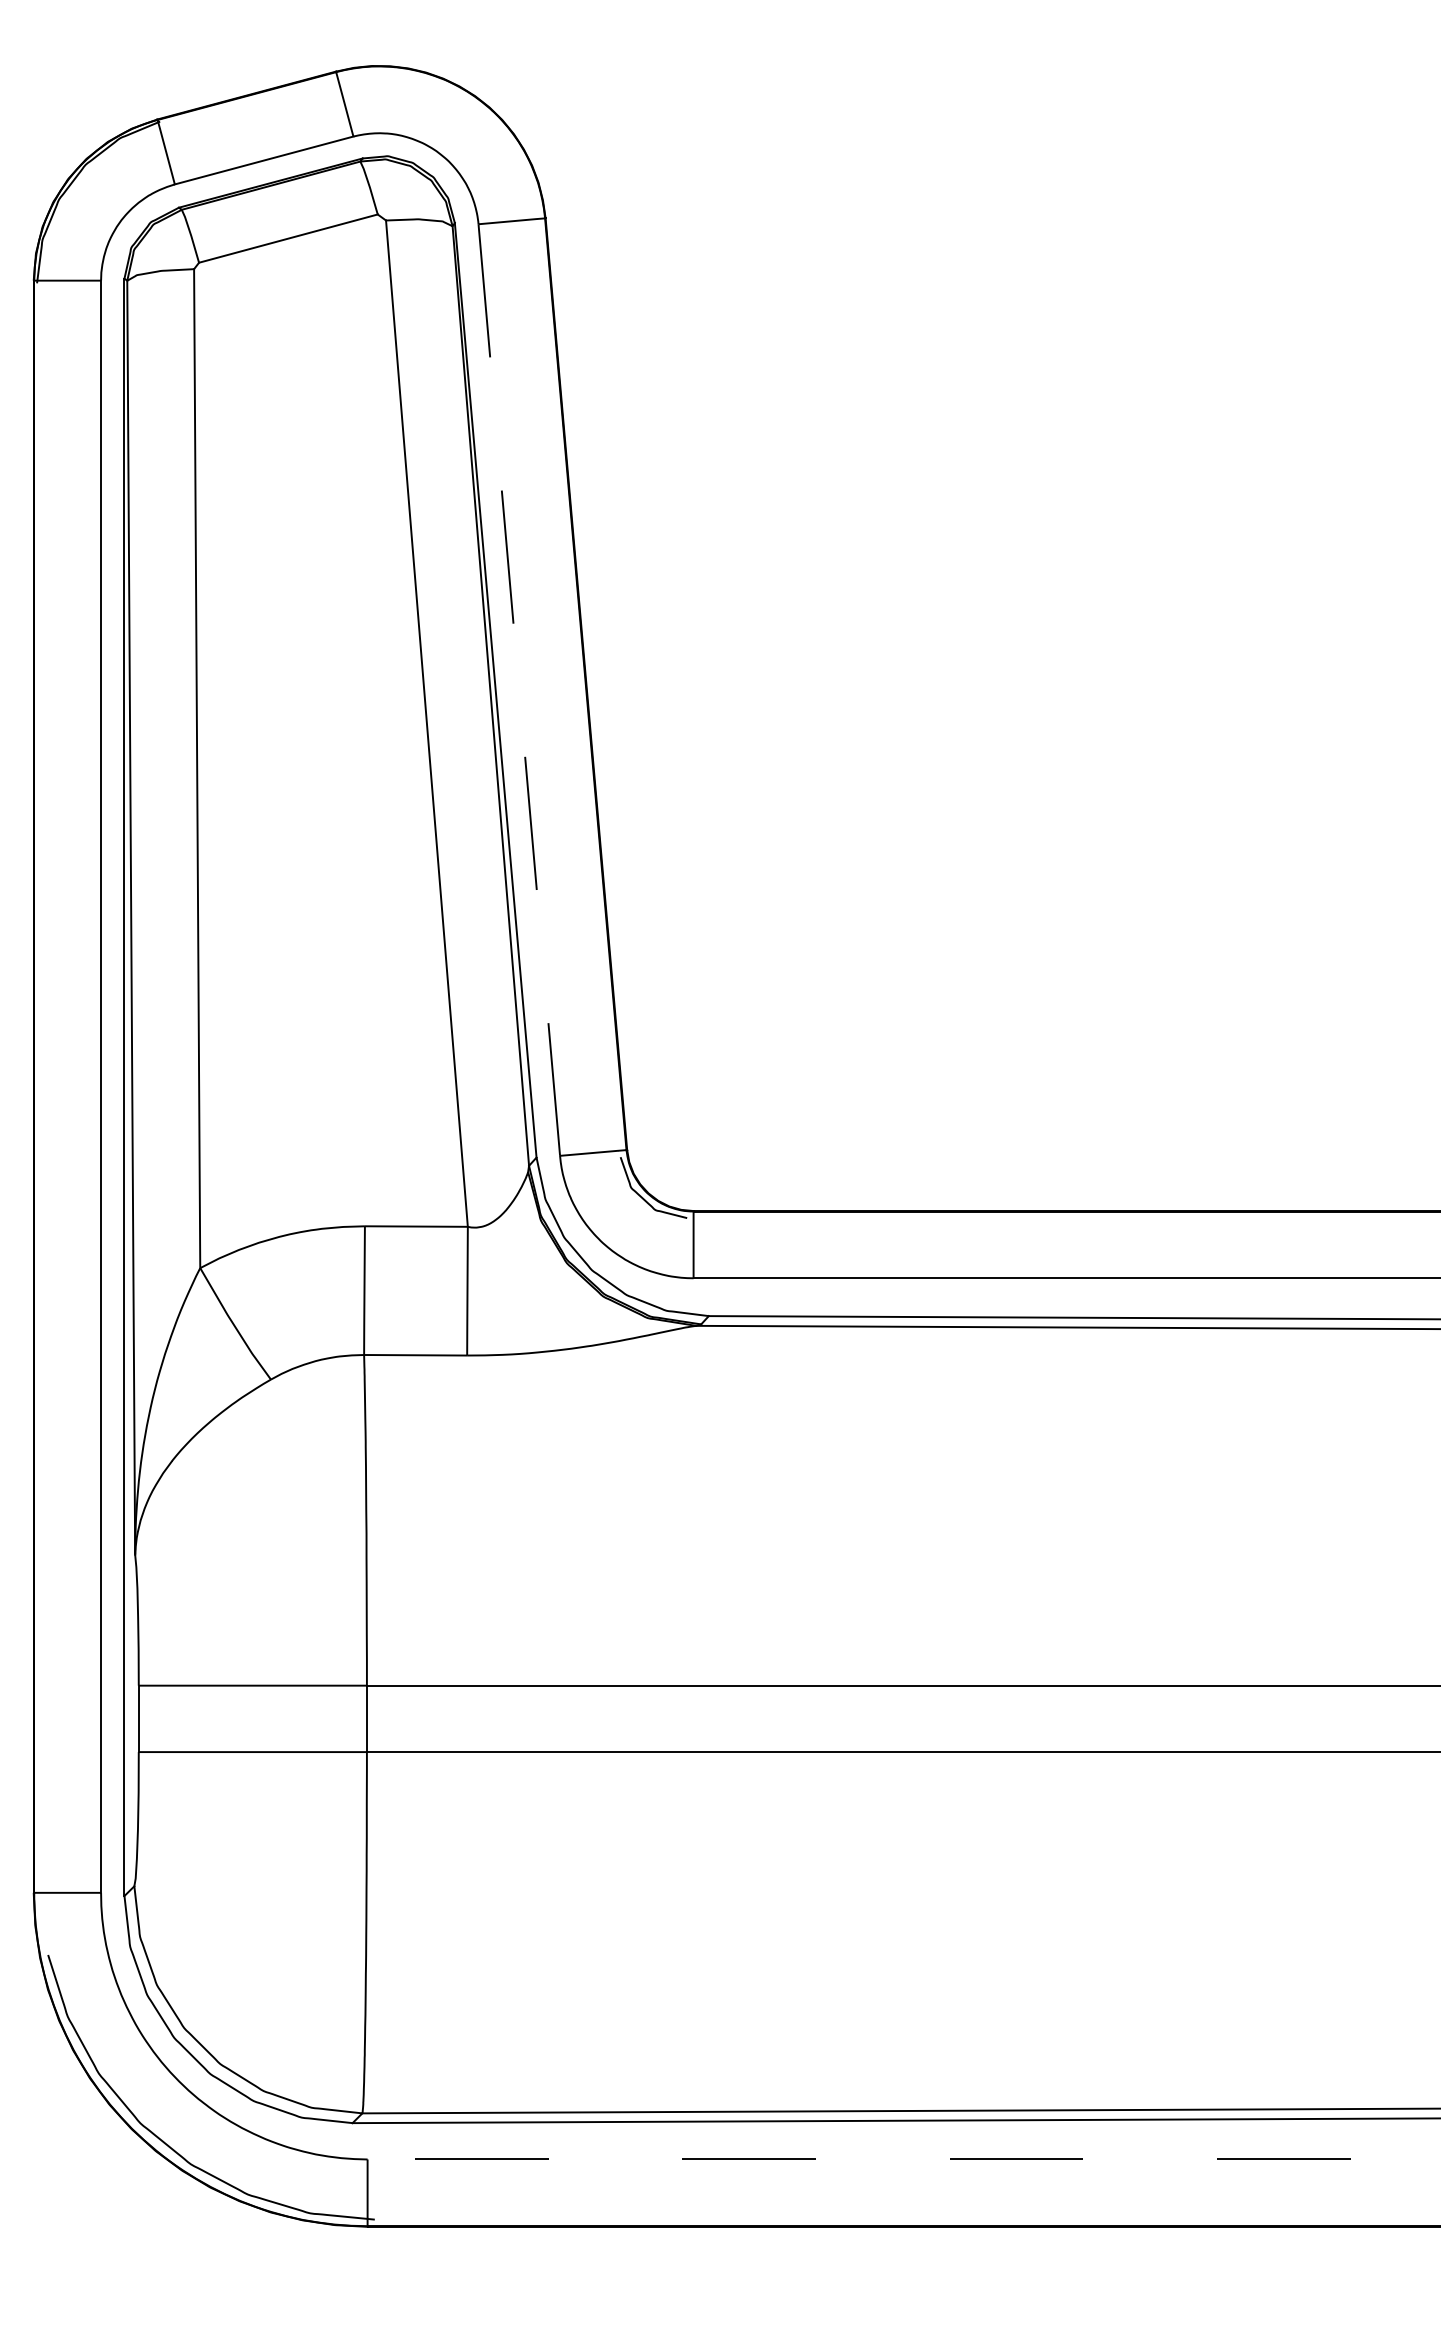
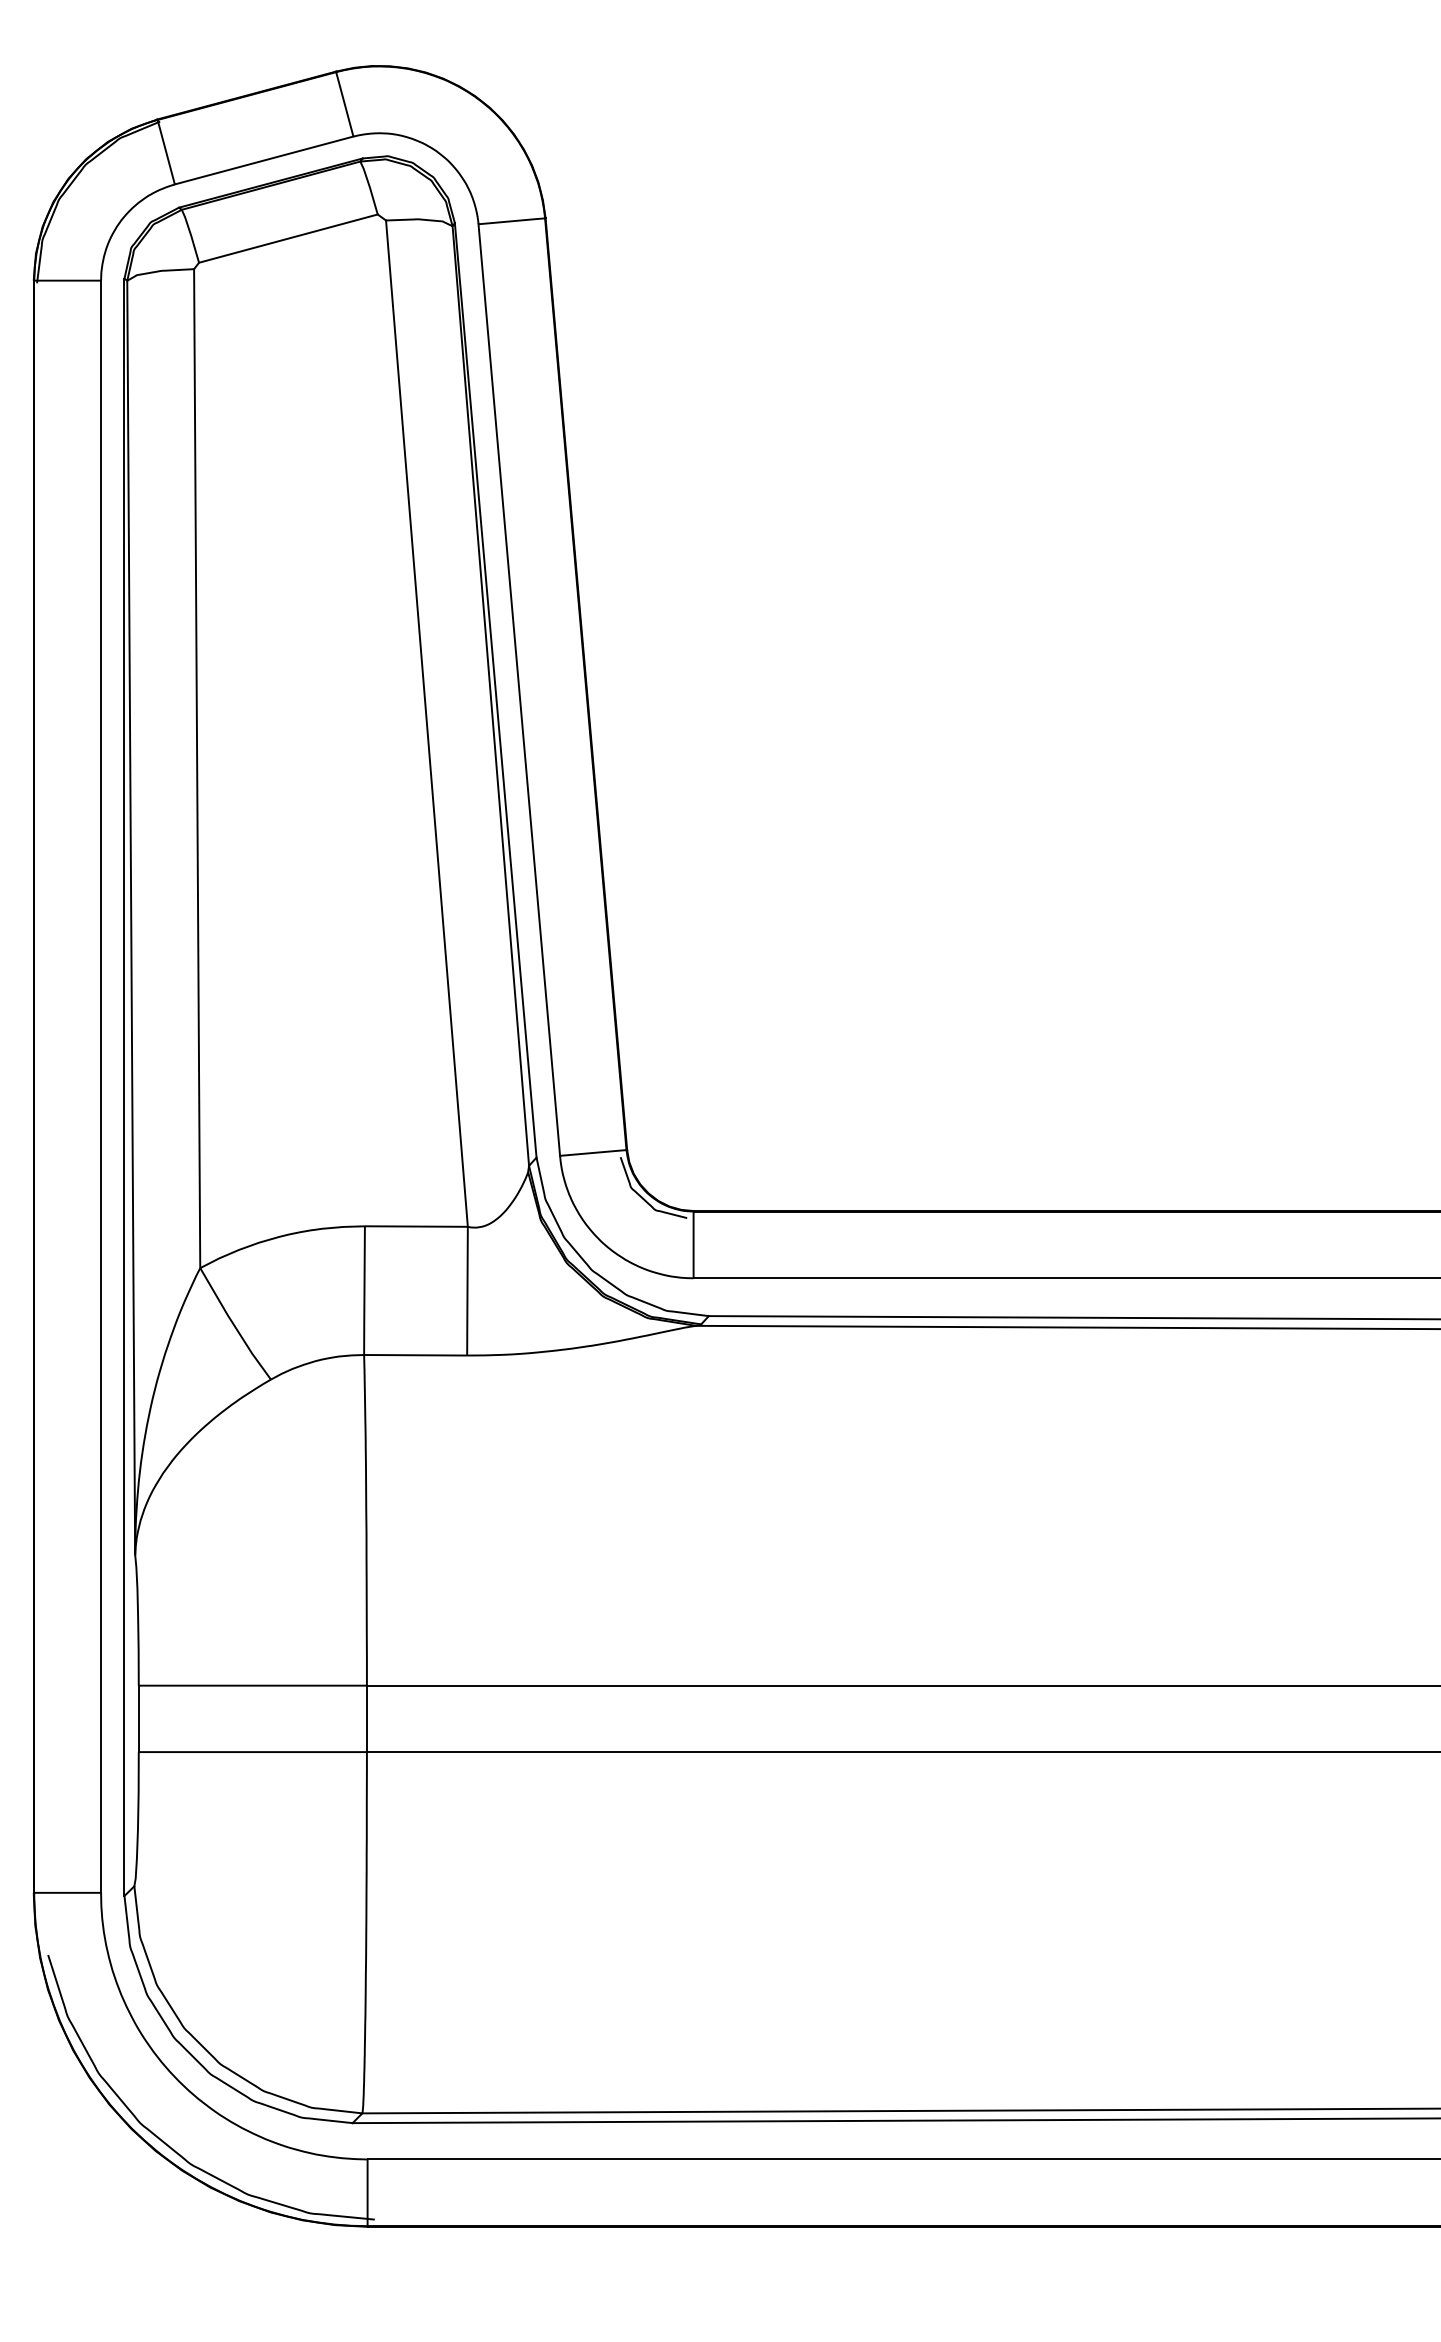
line at (519, 690): dashed -> solid
line at (903, 2159): dashed -> solid
